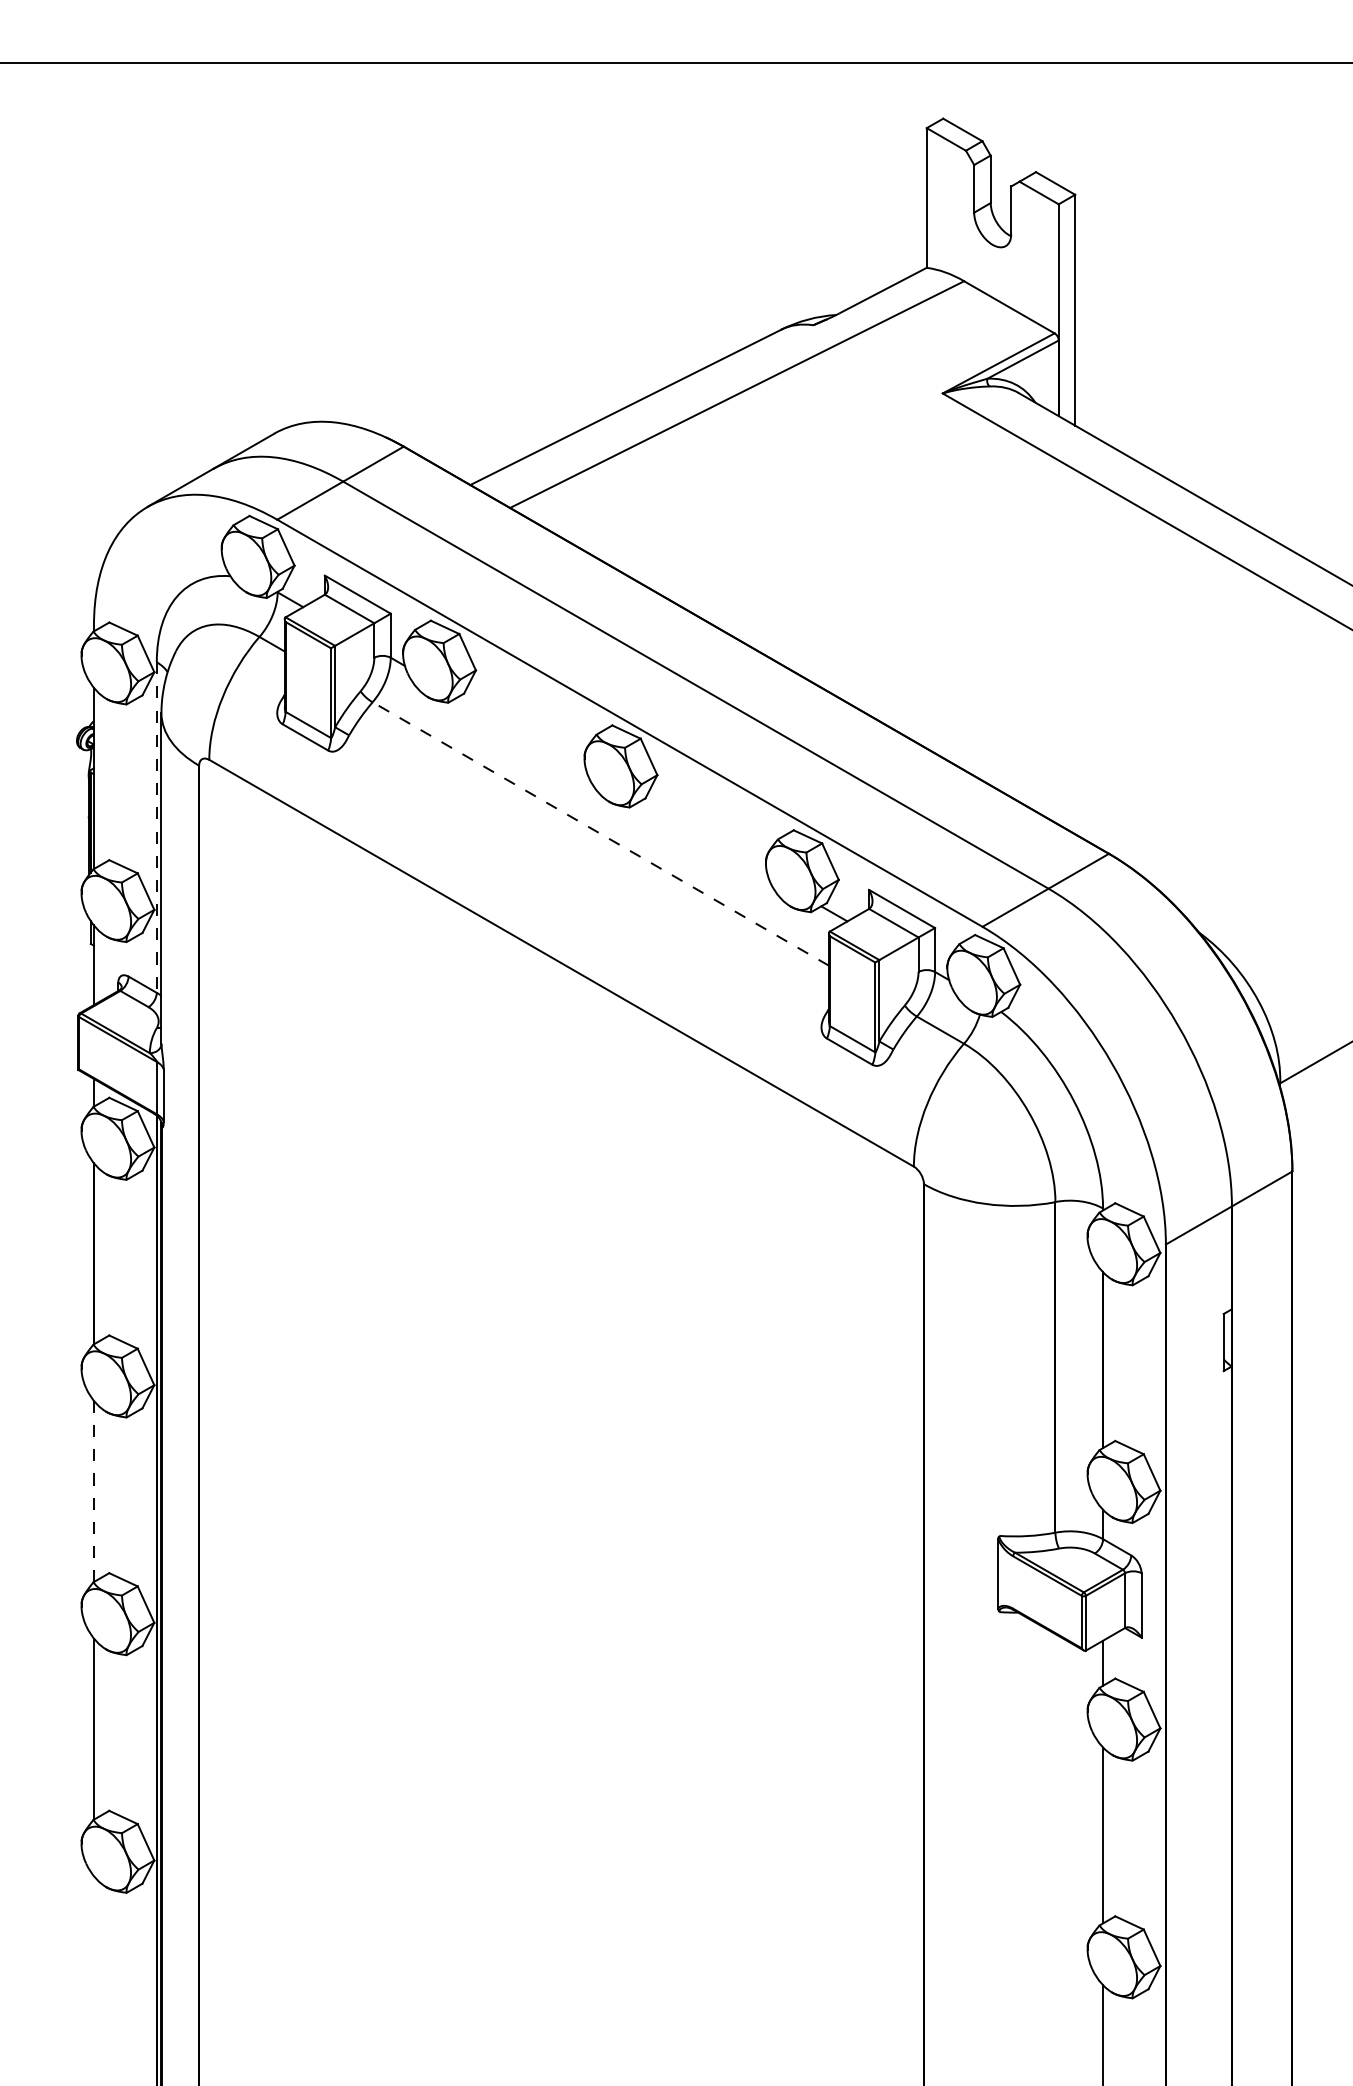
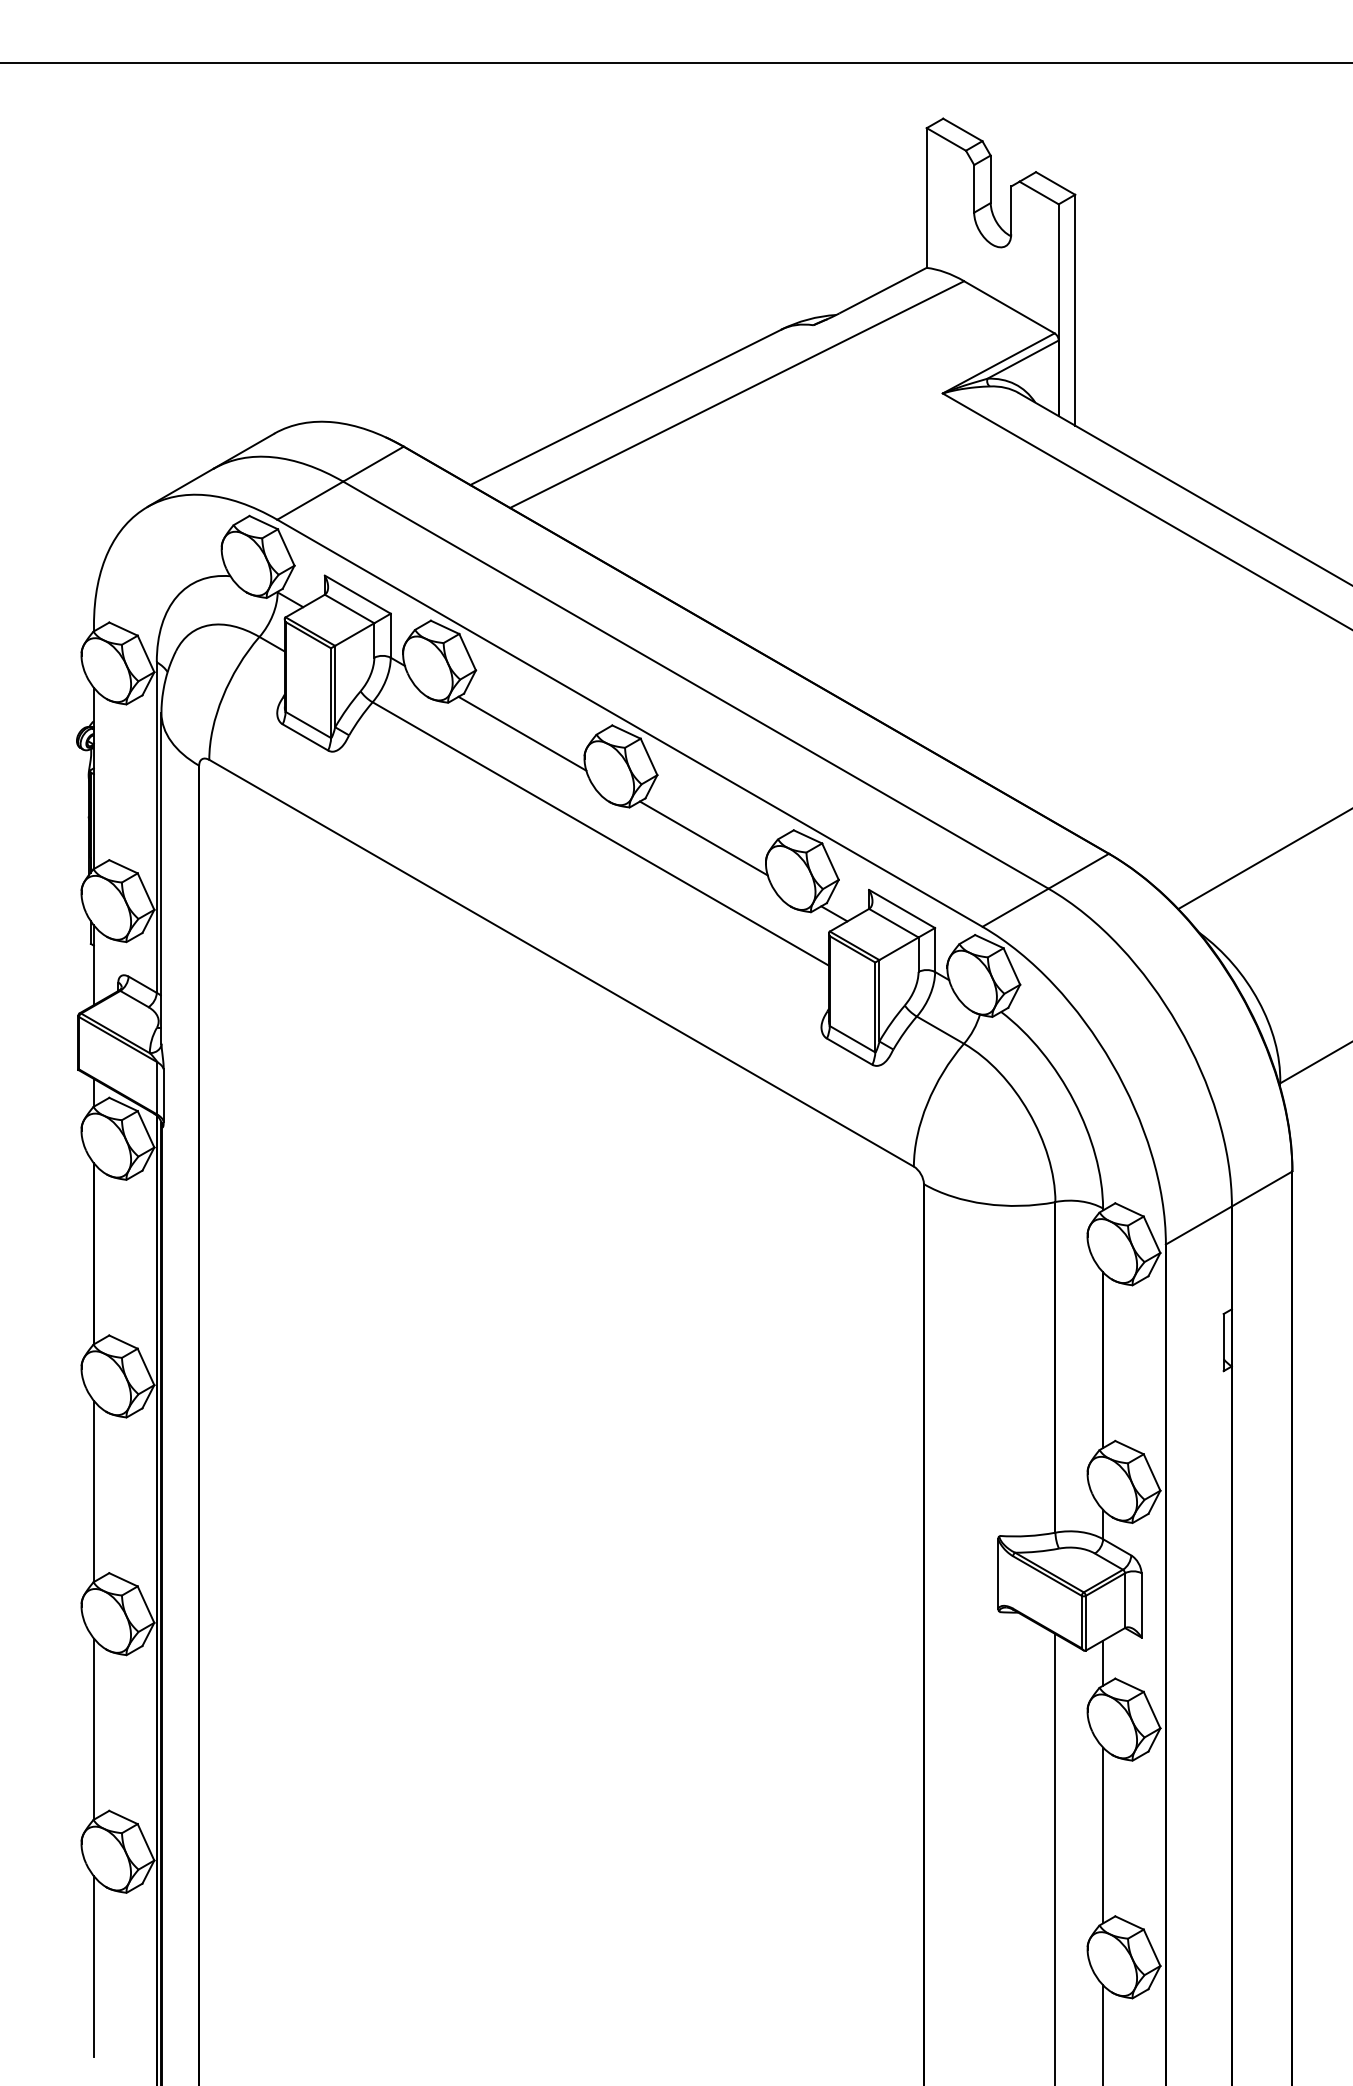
line at (522, 733): none -> present
line at (156, 828): dashed -> solid
line at (600, 834): dashed -> solid
line at (703, 838): none -> present
line at (1263, 859): none -> present
line at (93, 1491): dashed -> solid
line at (1055, 1858): none -> present
line at (93, 1966): none -> present
